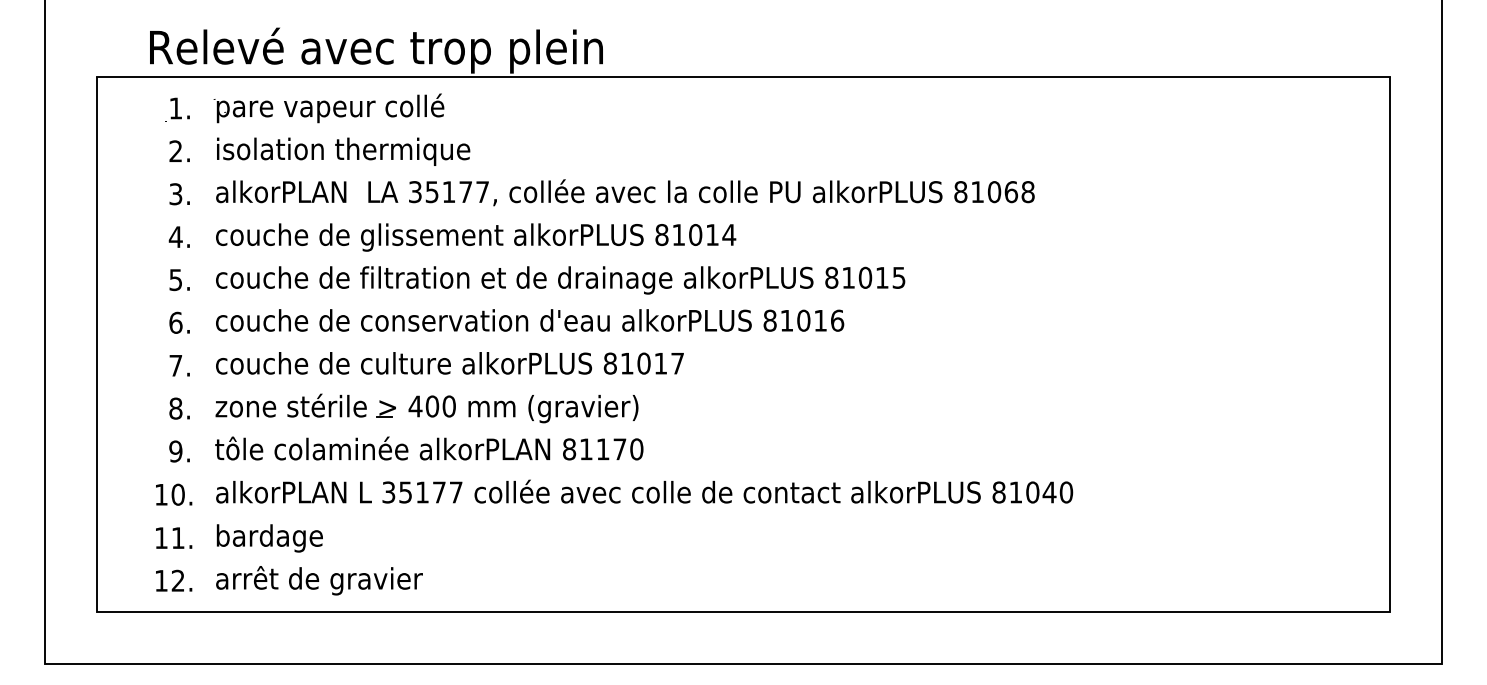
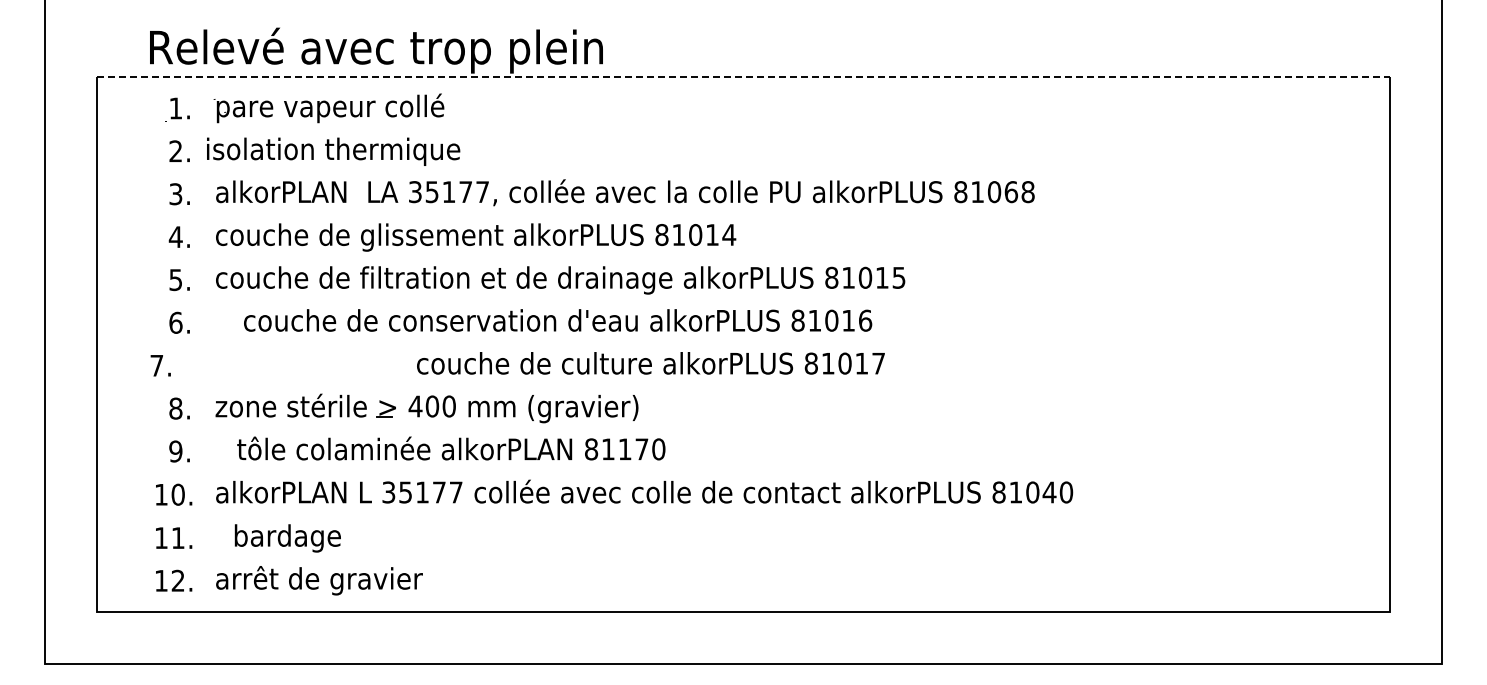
line at (743, 77): solid -> dashed
text at (343, 151) position: (343, 151) -> (333, 151)
text at (530, 320) position: (530, 320) -> (558, 320)
text at (449, 363) position: (449, 363) -> (650, 363)
text at (179, 365) position: (179, 365) -> (160, 365)
text at (429, 448) position: (429, 448) -> (451, 448)
text at (269, 538) position: (269, 538) -> (287, 538)
